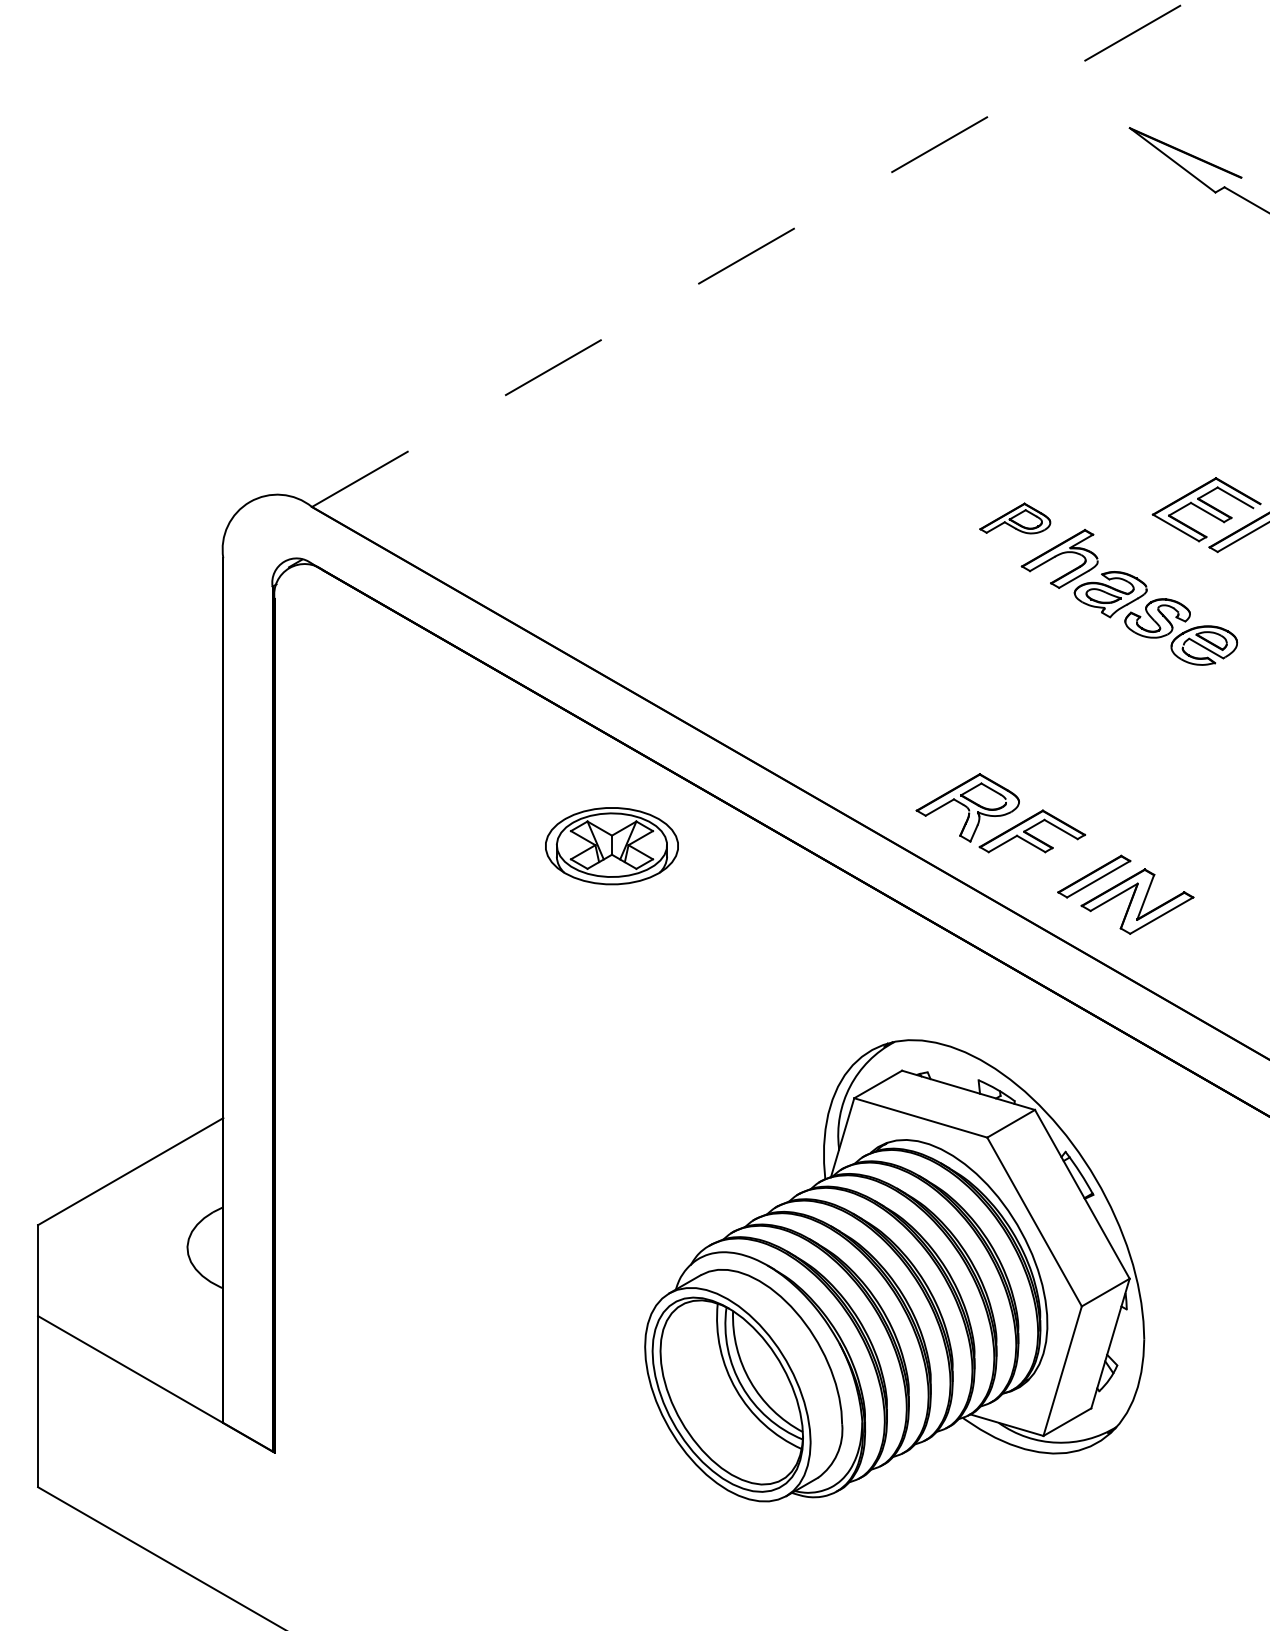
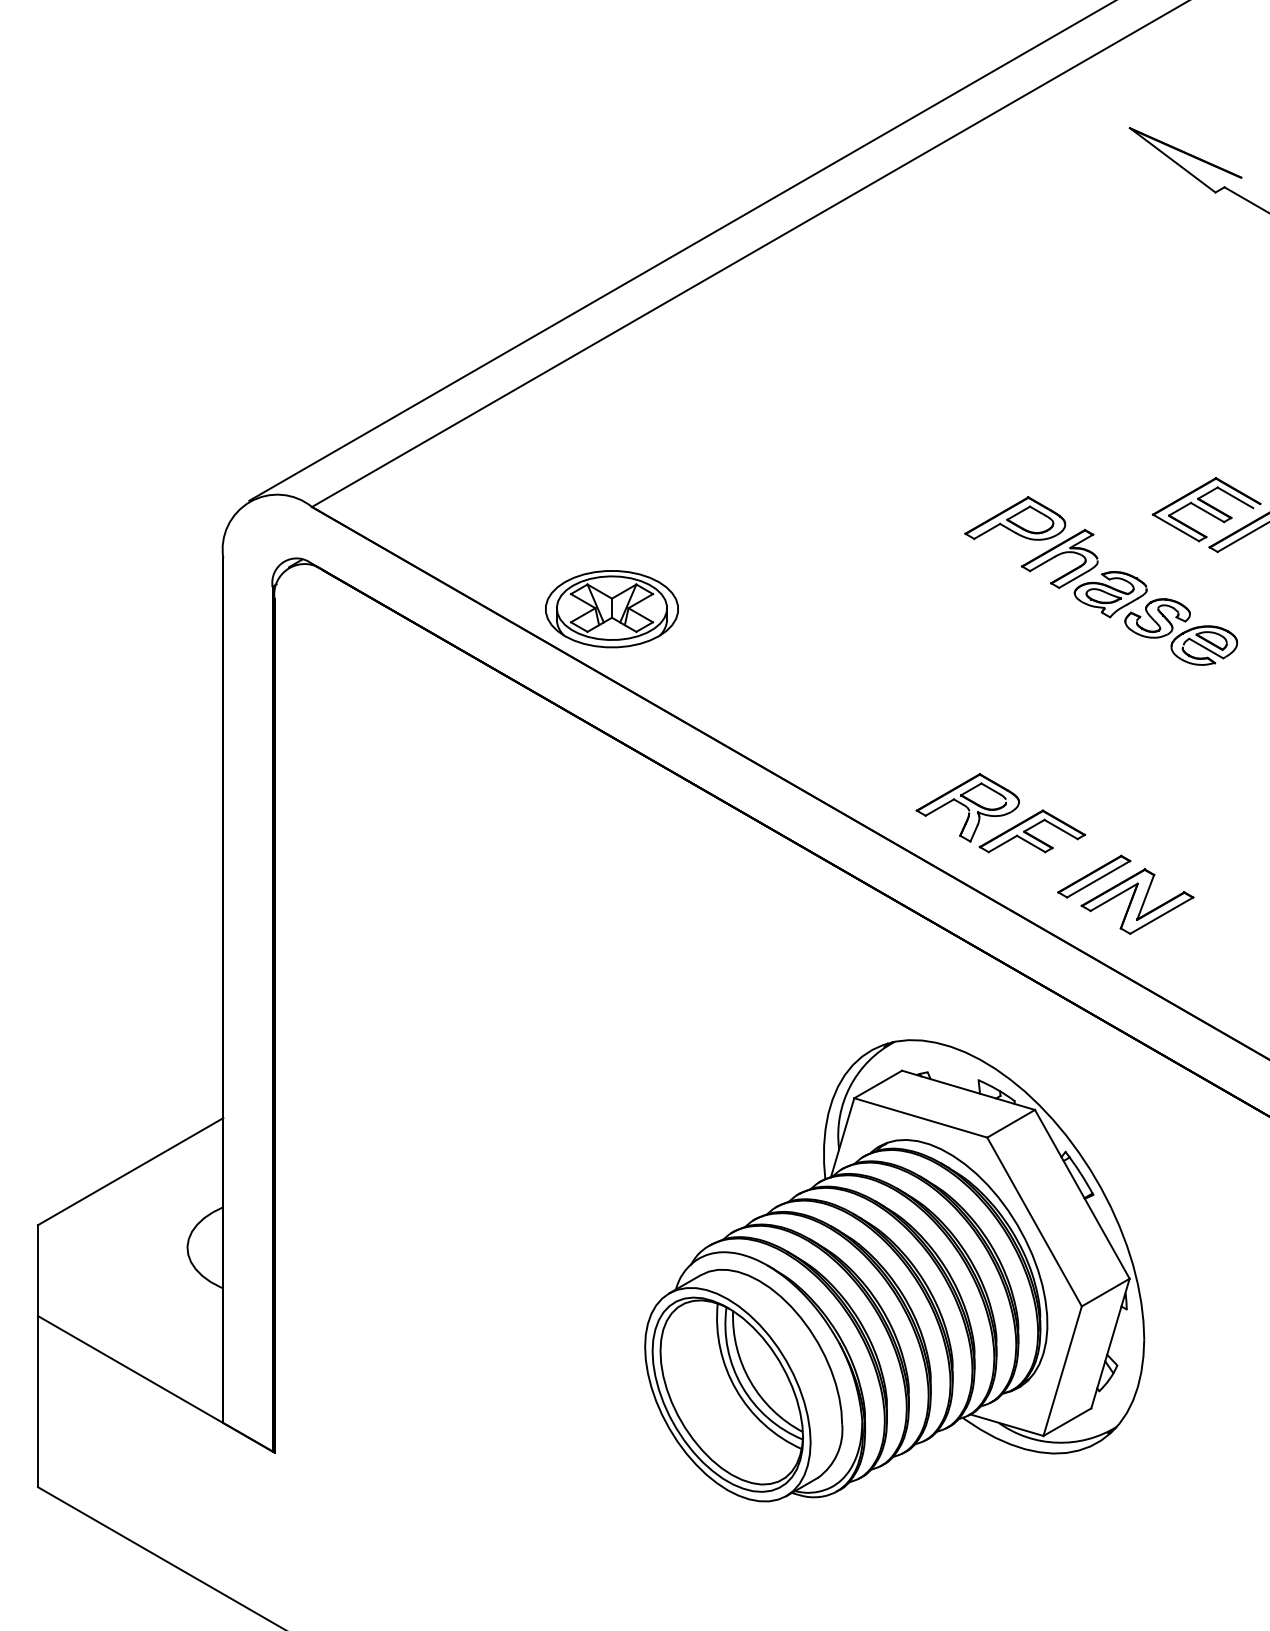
line at (680, 251): none -> present
line at (751, 253): dashed -> solid
part at (1015, 518) size: 73x33 px -> 103x45 px
part at (611, 846) position: (611, 846) -> (611, 609)
